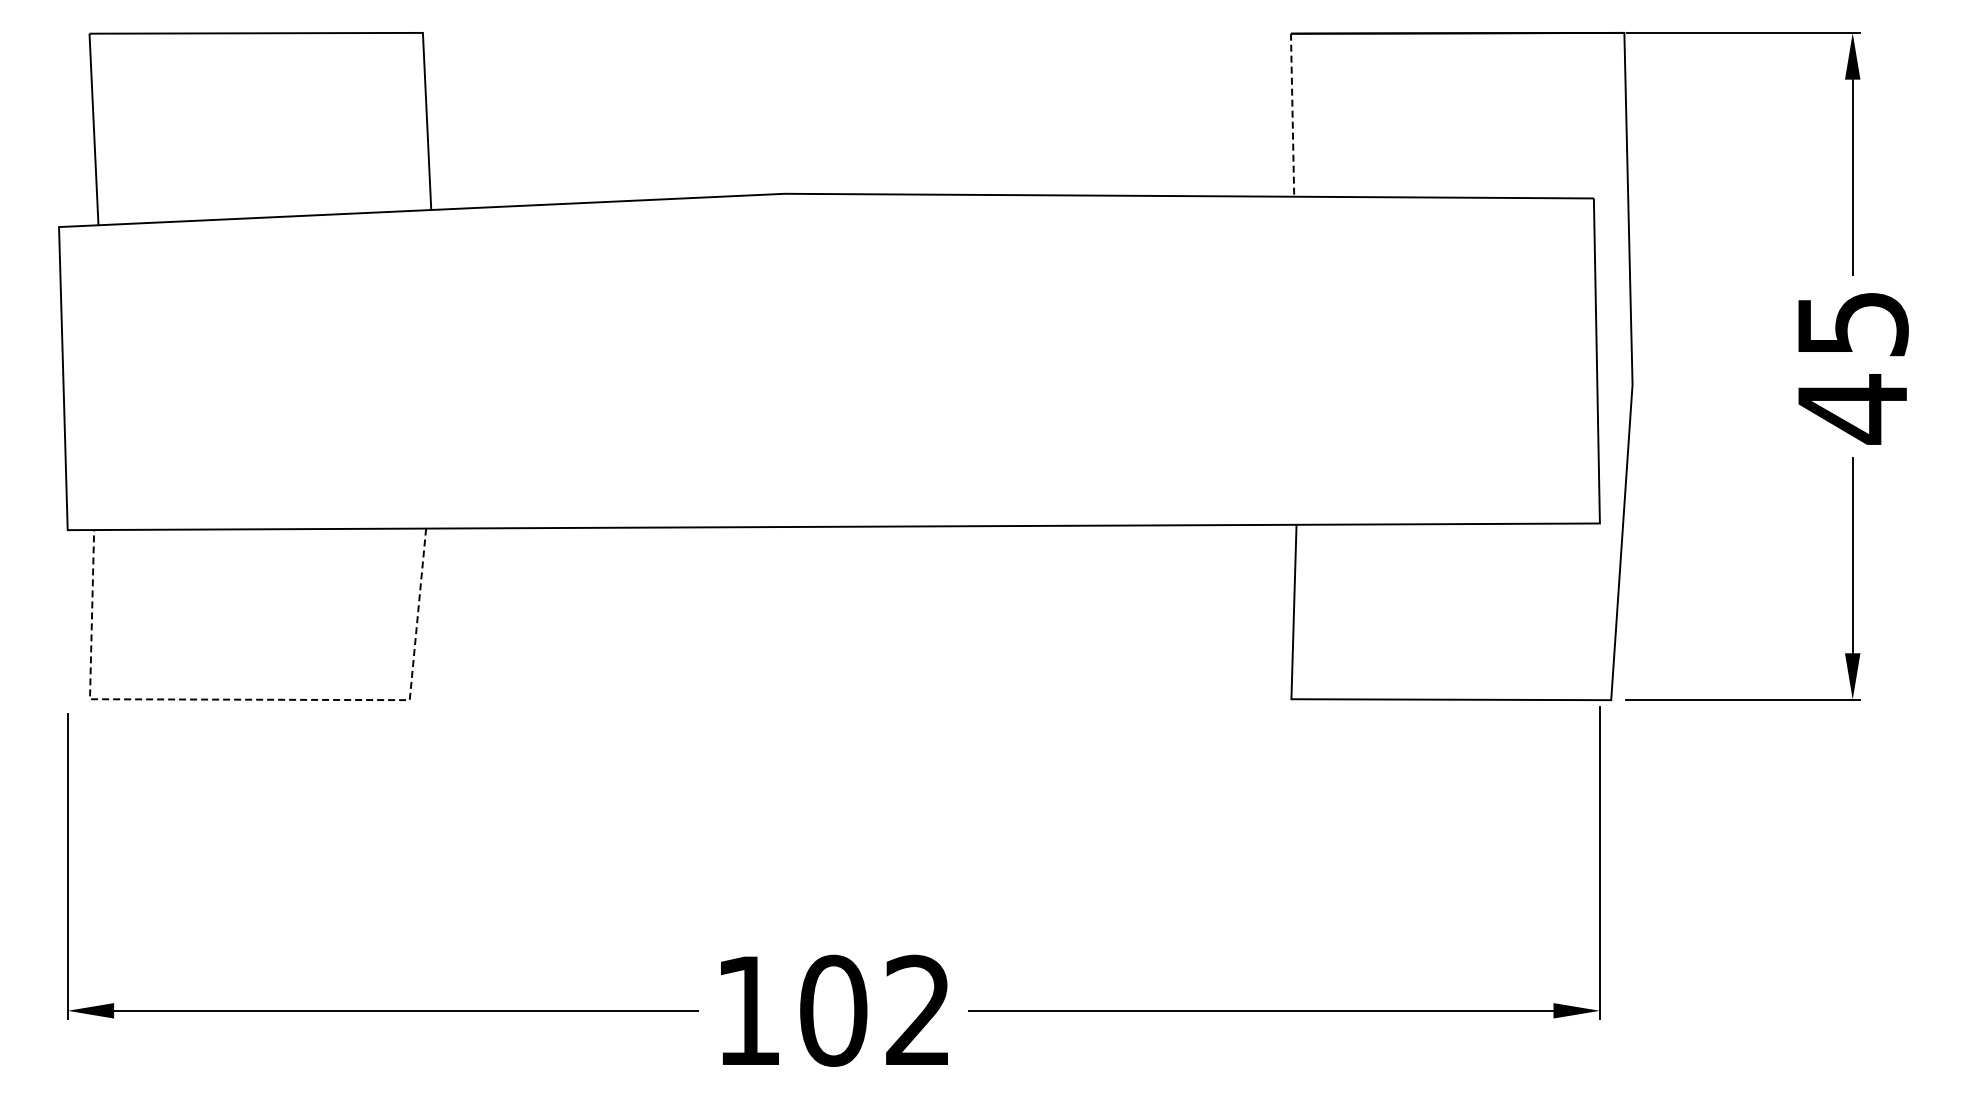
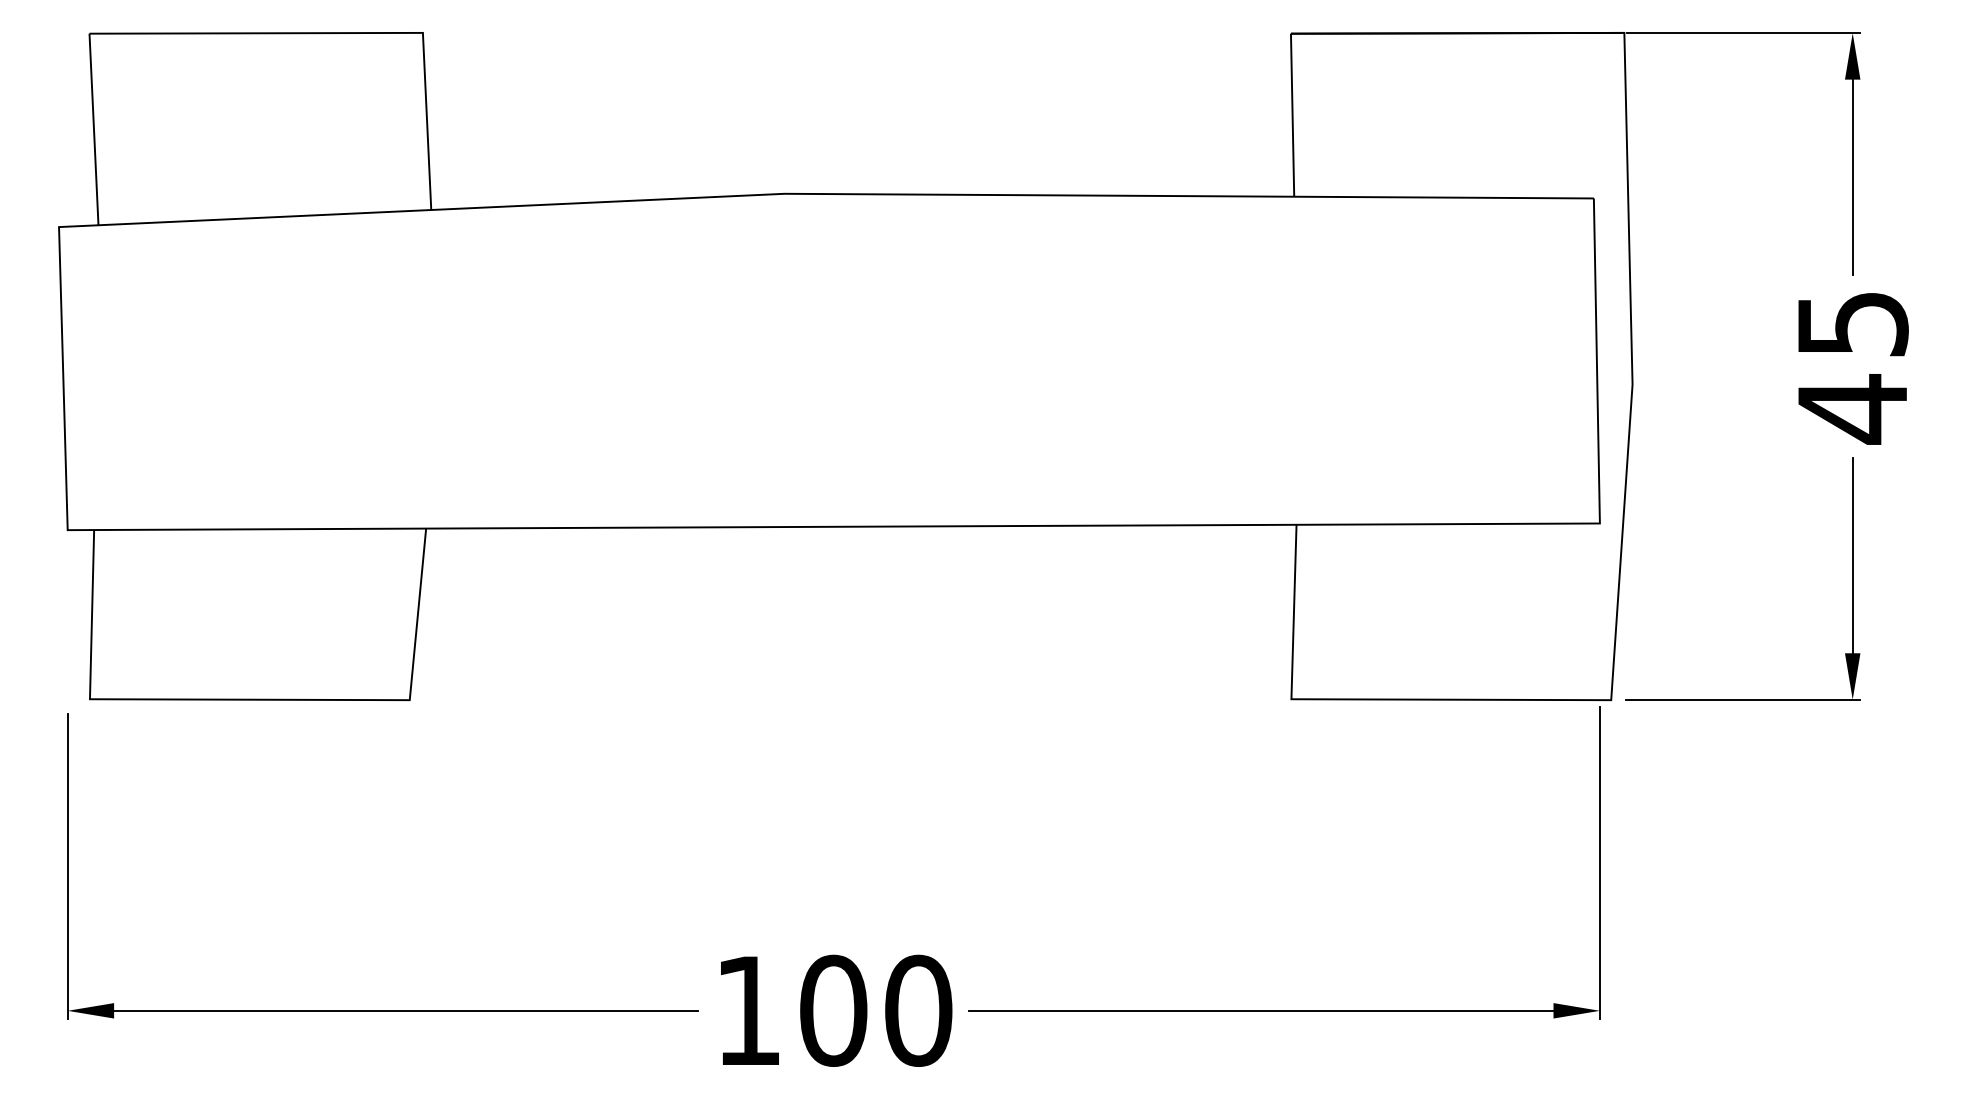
line at (1292, 115): dashed -> solid
line at (250, 699): dashed -> solid
text at (918, 1010): 102 -> 100
